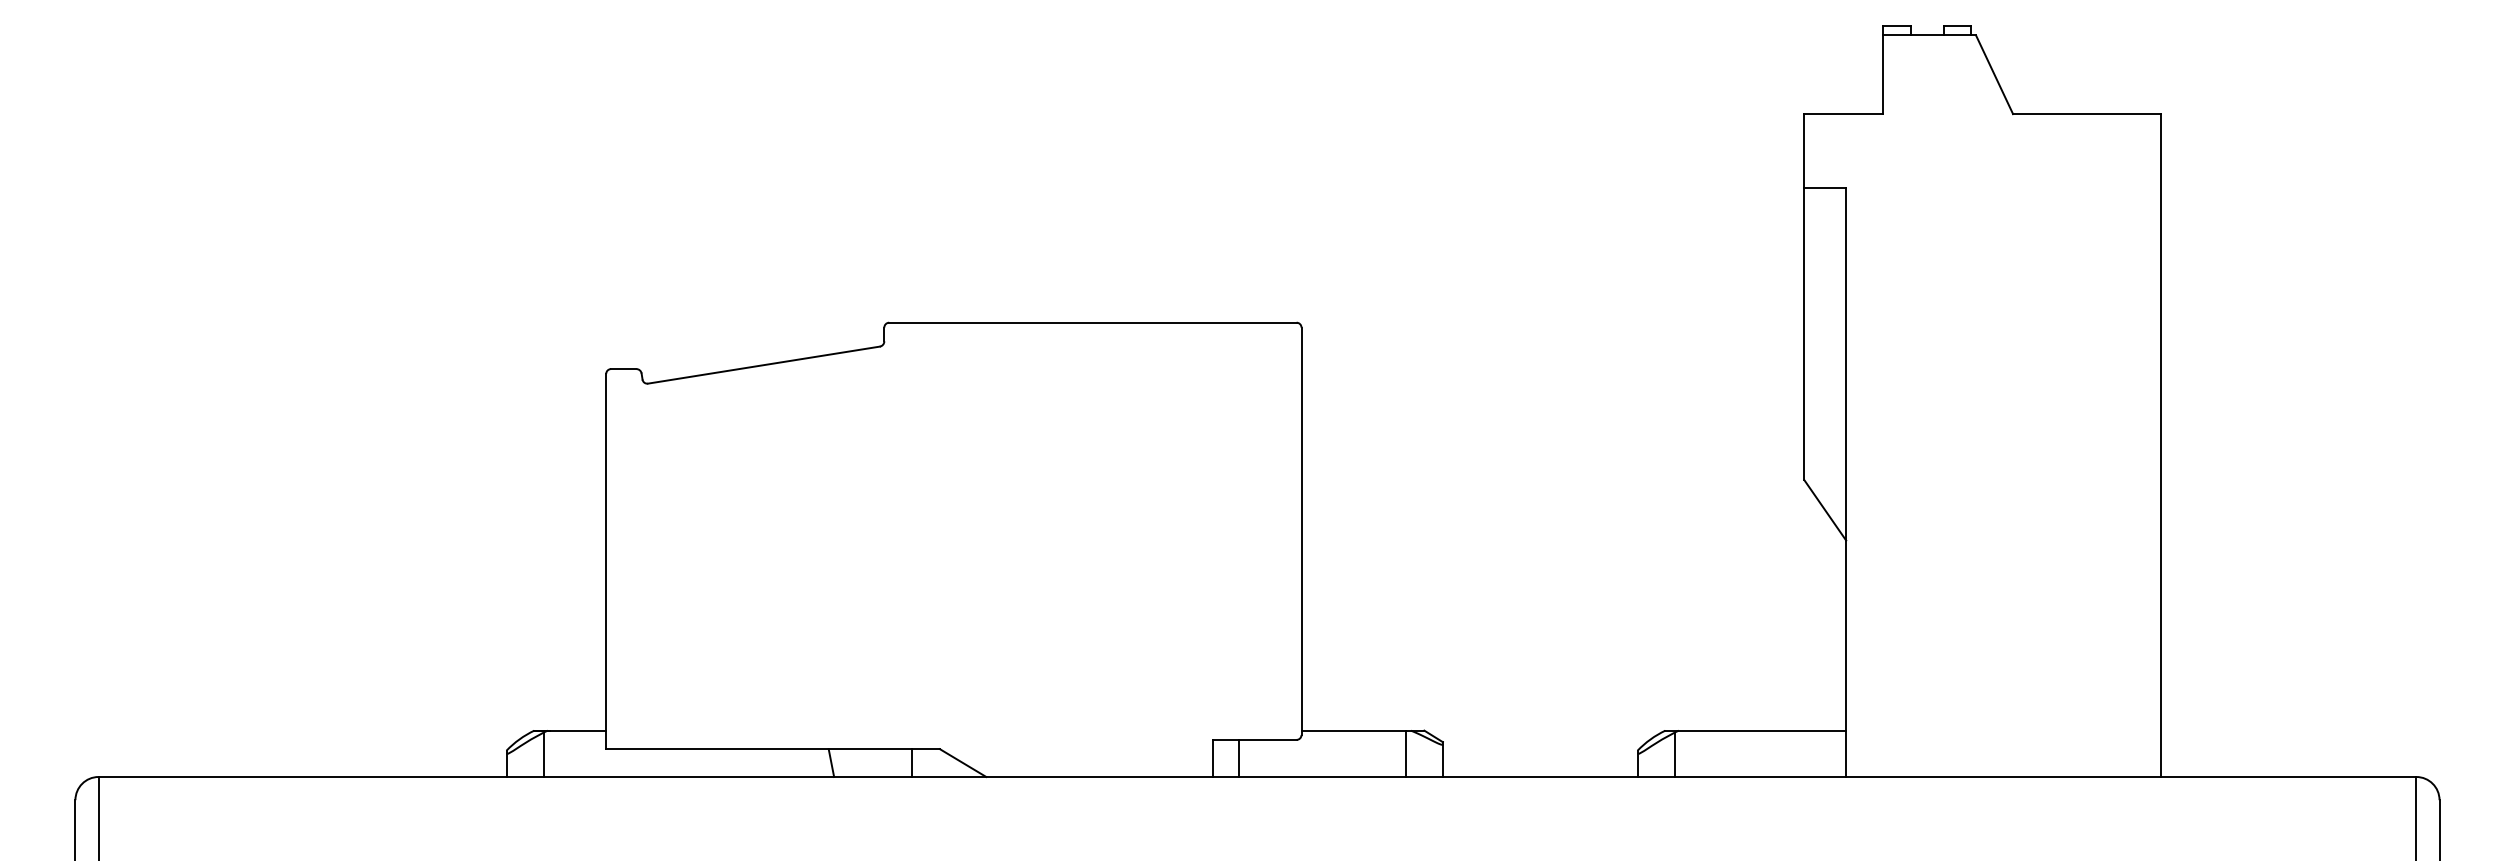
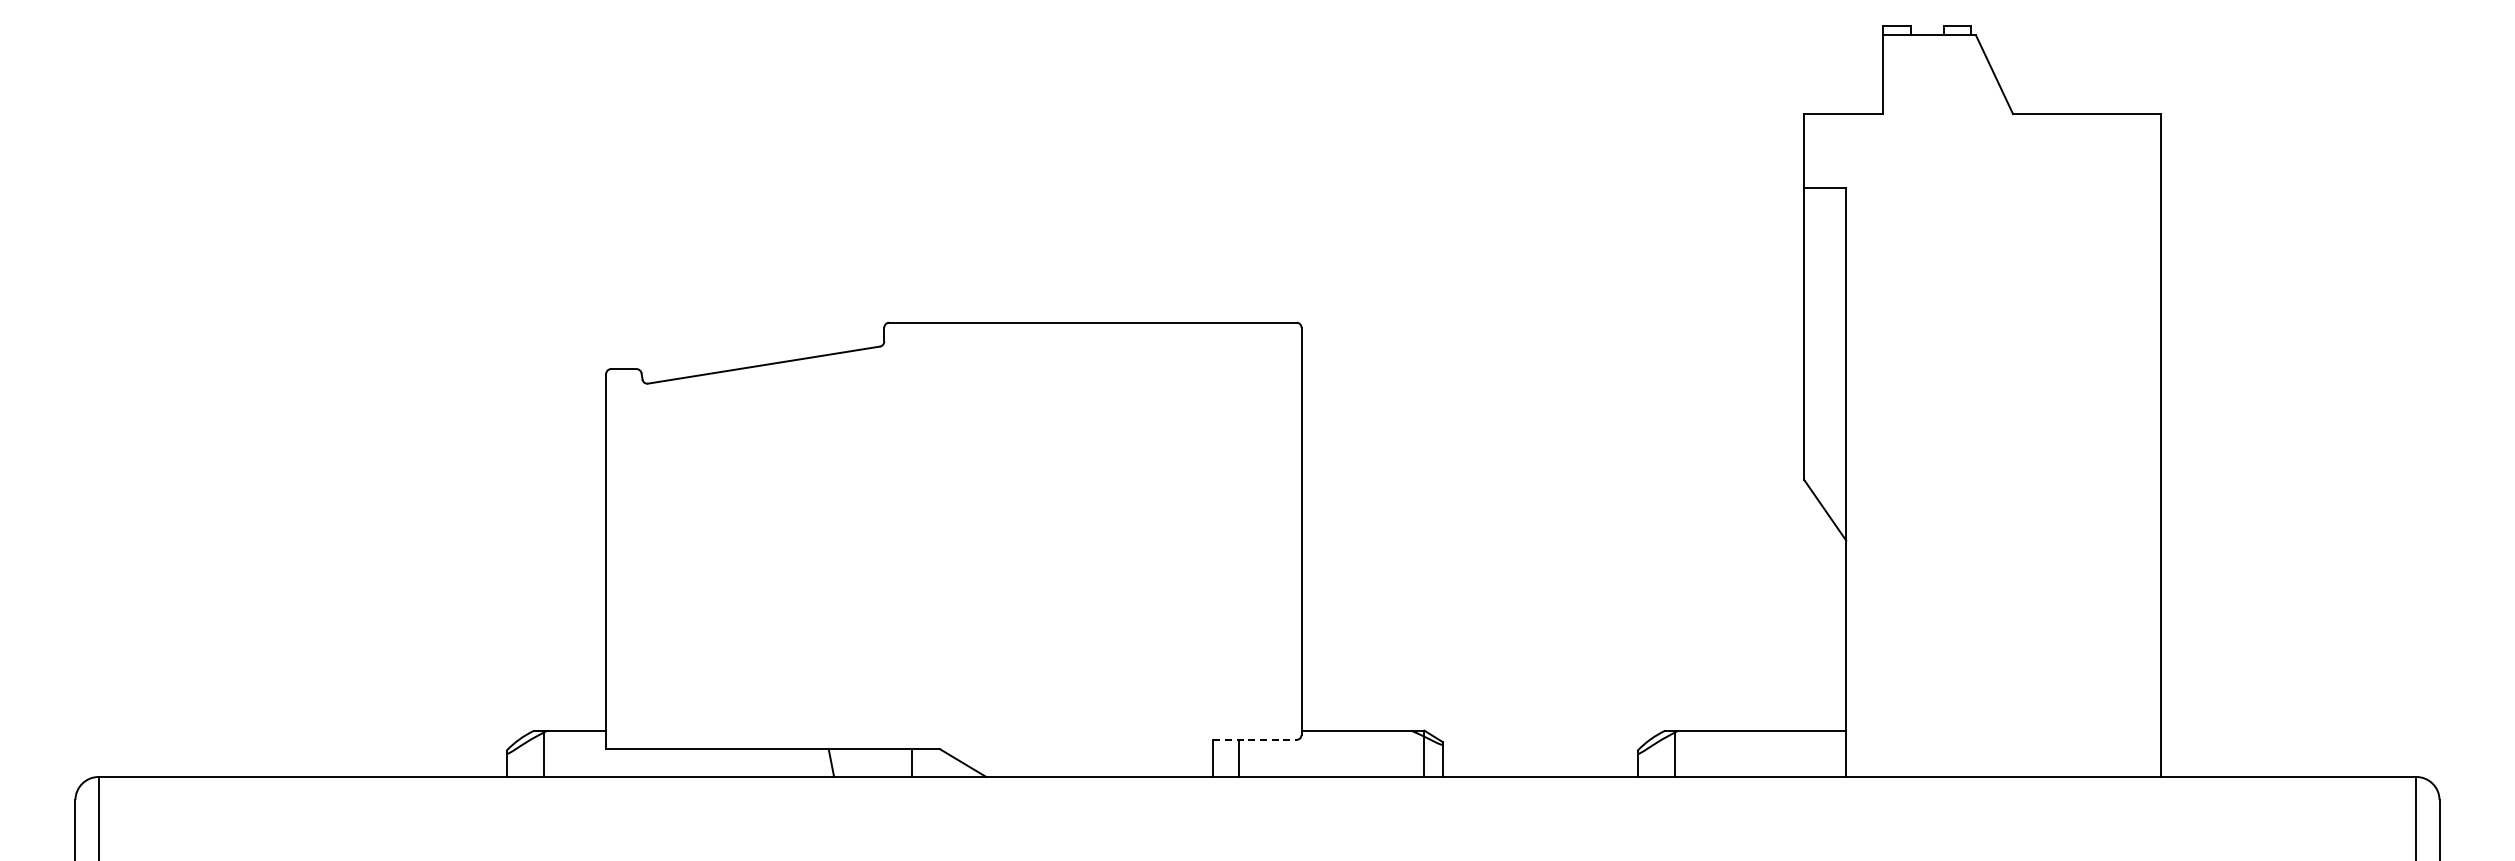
line at (1255, 739): solid -> dashed
line at (1405, 753) position: (1405, 753) -> (1423, 753)
